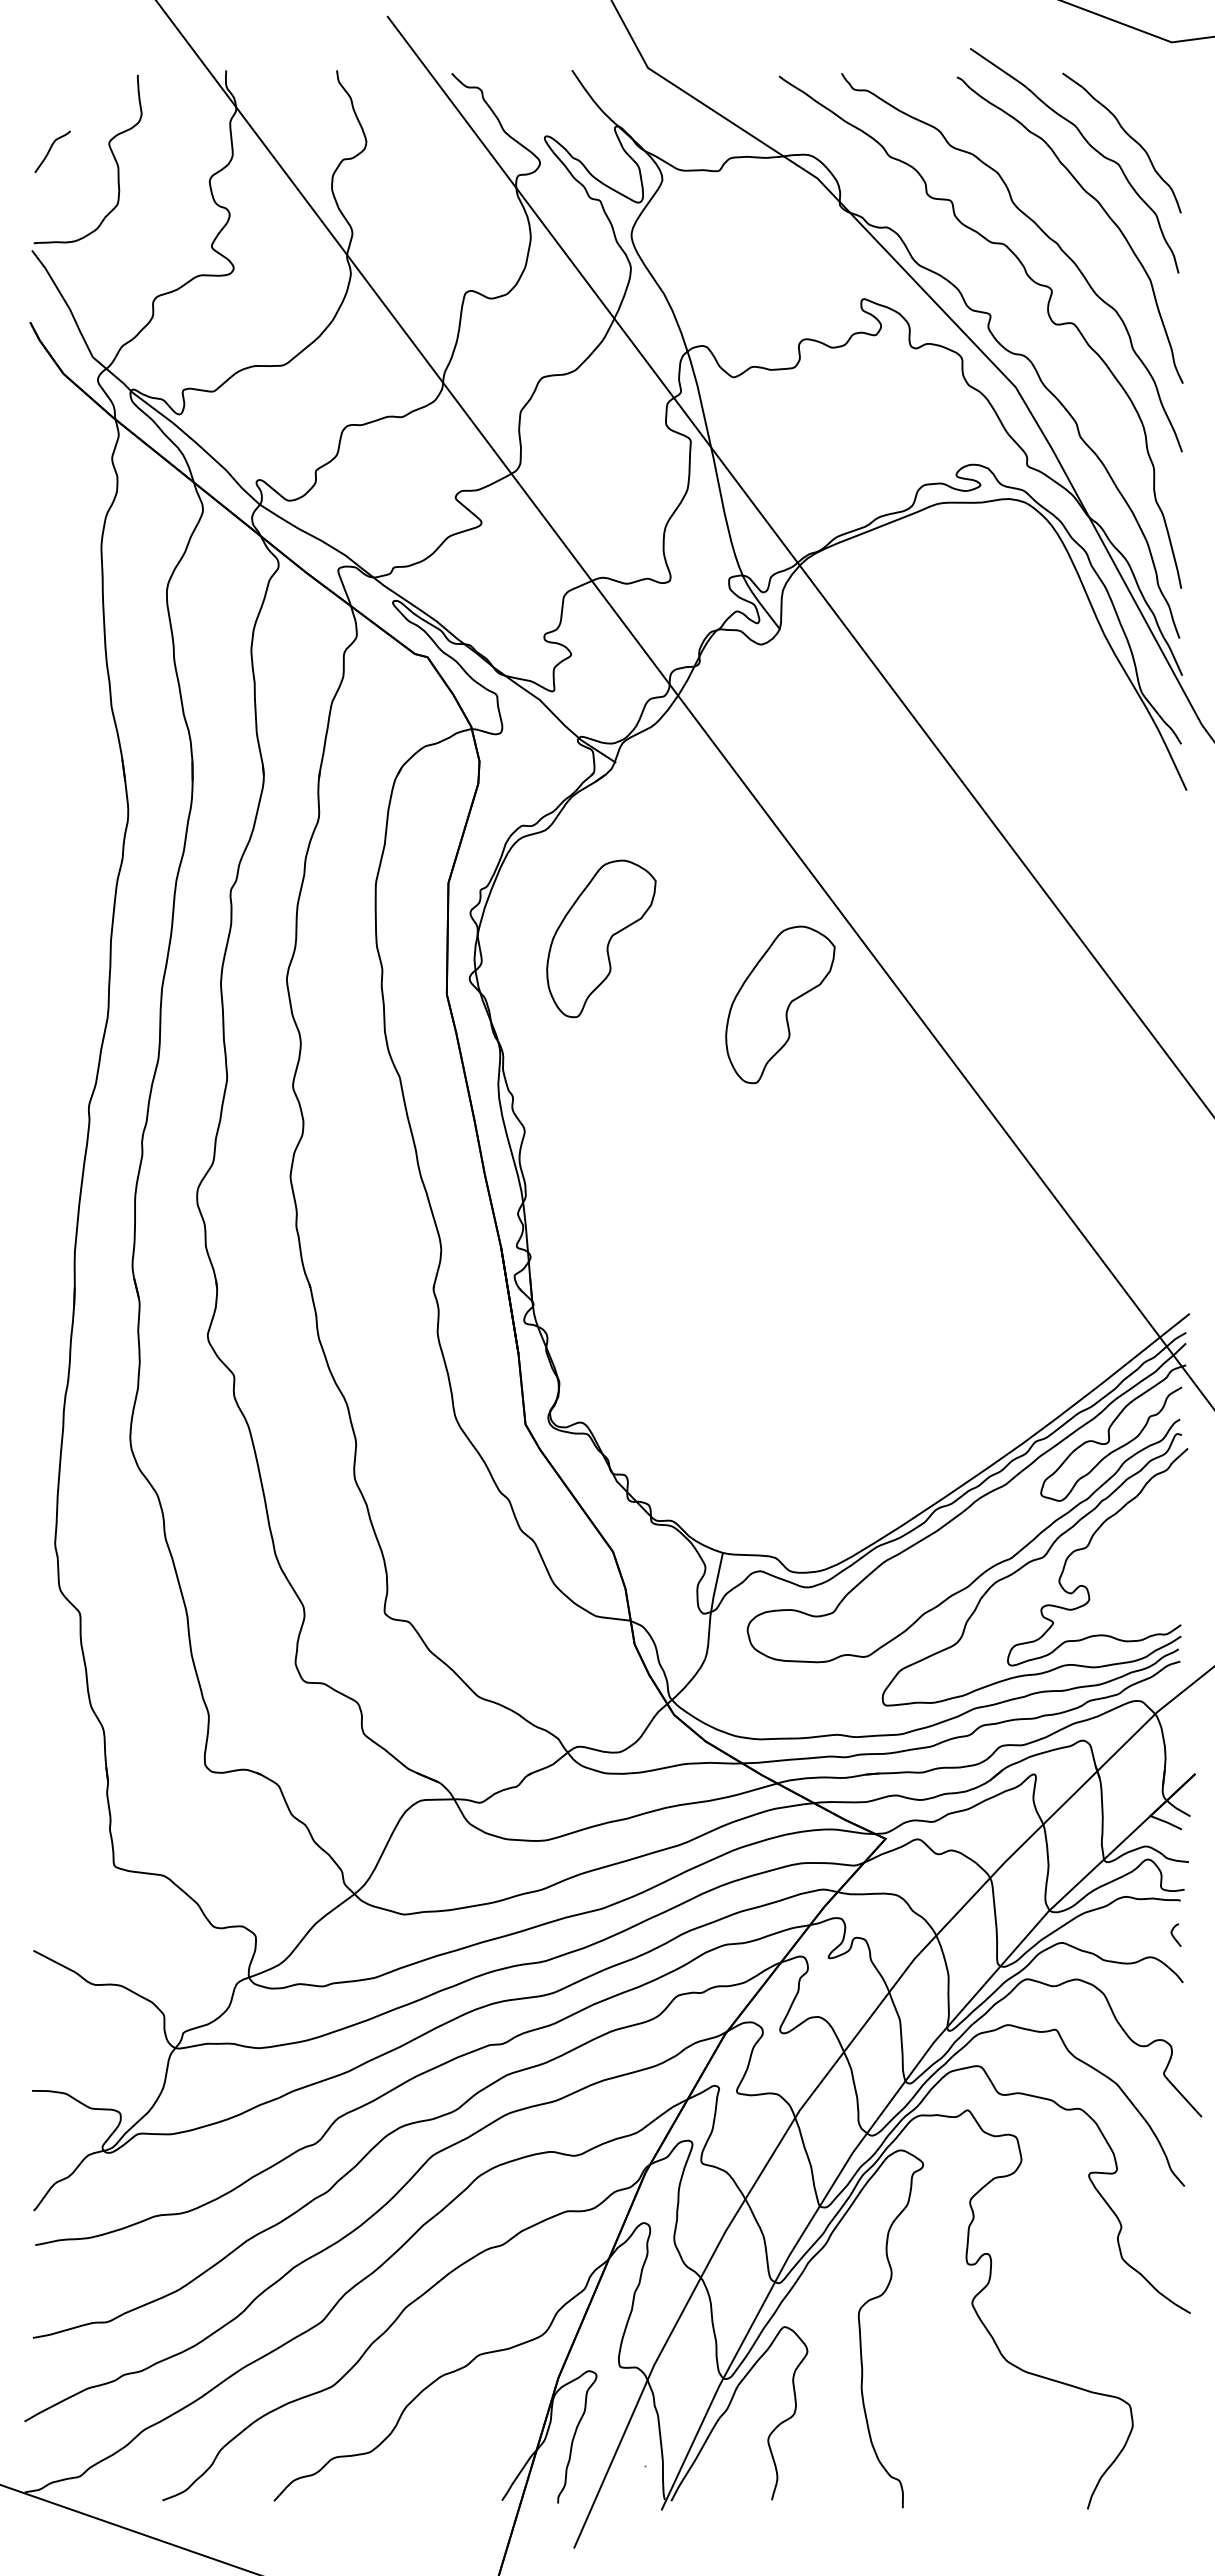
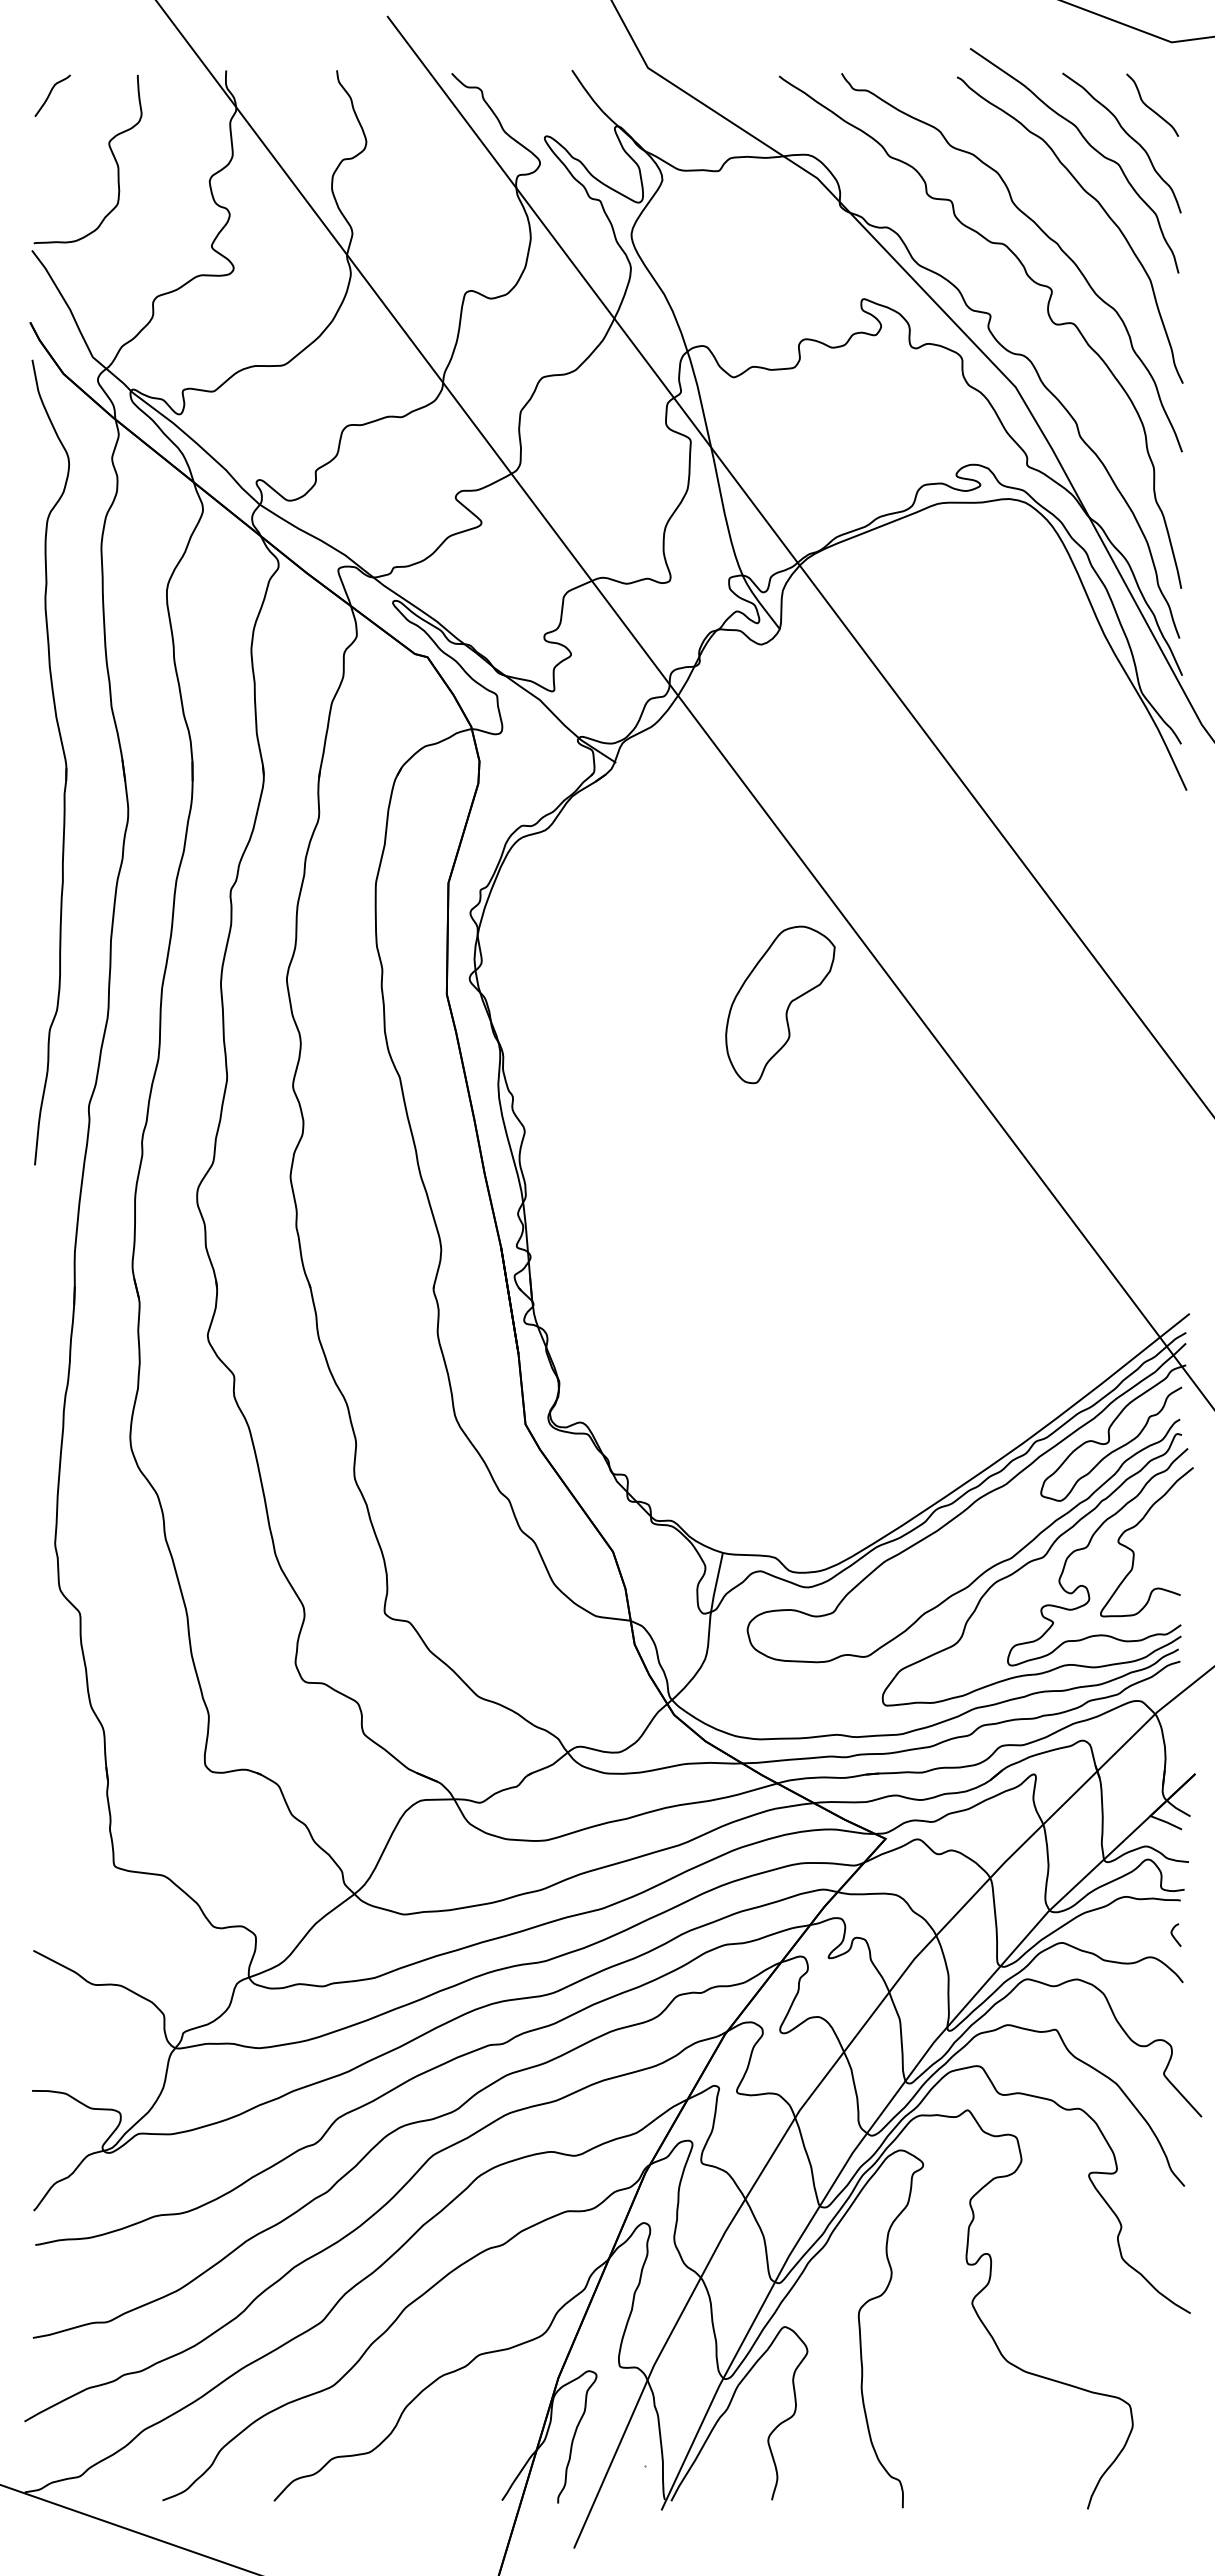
curve at (1149, 106): none -> present
curve at (50, 150) position: (50, 150) -> (50, 94)
part at (64, 761): none -> present
part at (601, 938): present -> none
curve at (1133, 1550): none -> present
